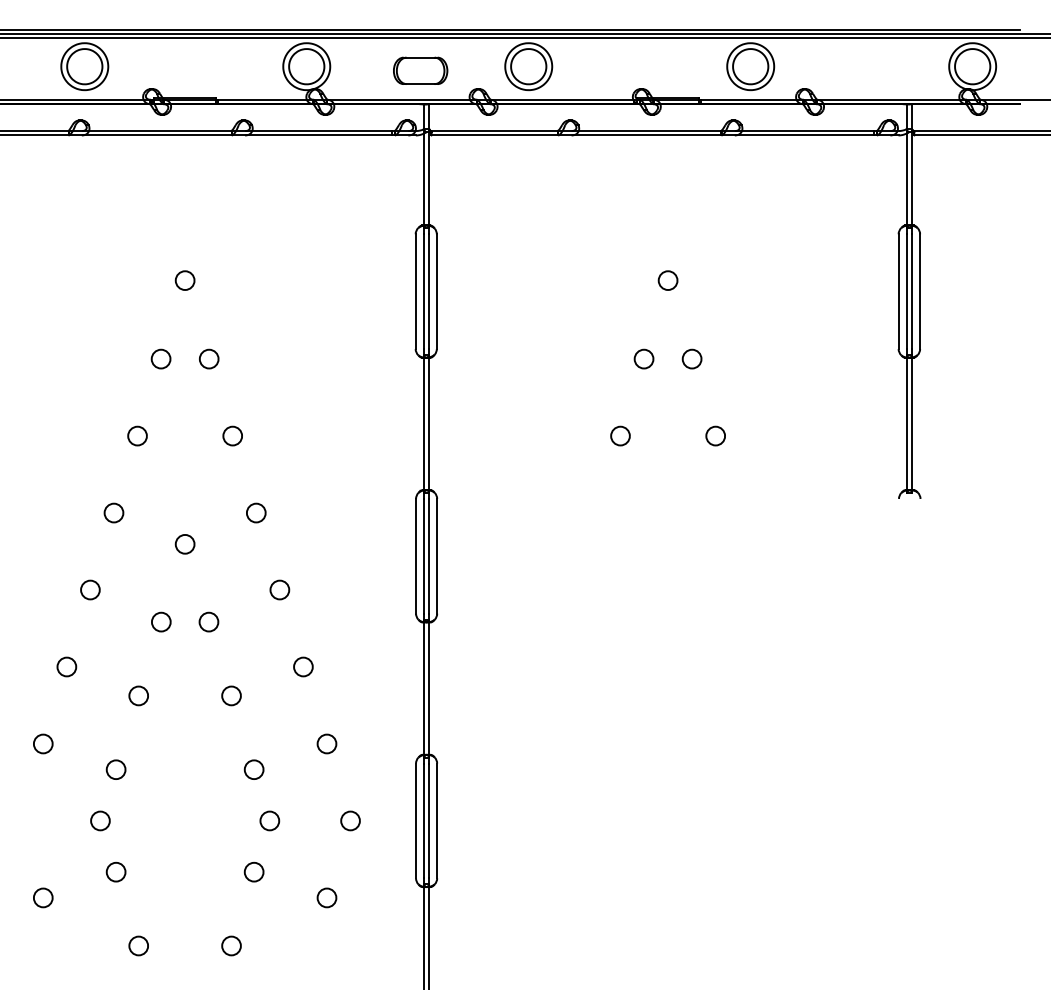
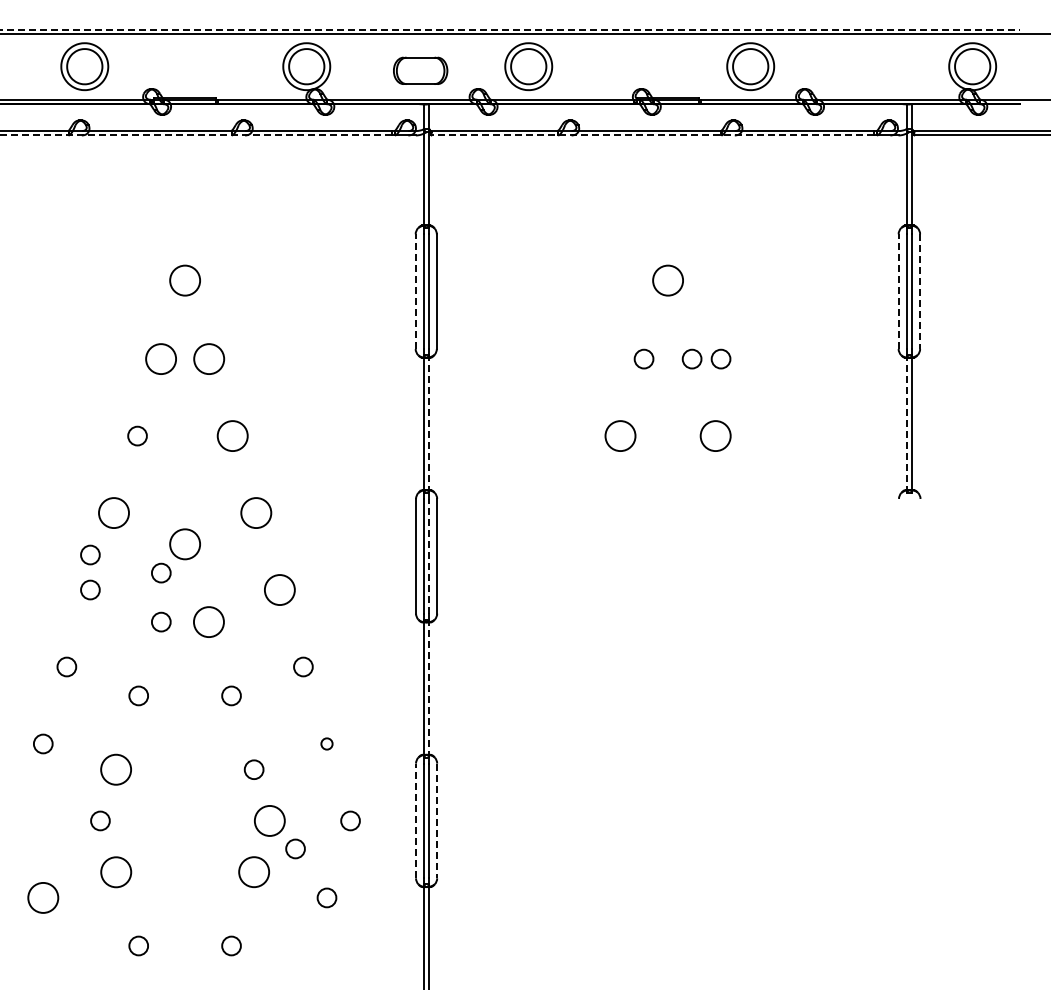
line at (510, 29): solid -> dashed
line at (524, 37): present -> none
line at (195, 135): solid -> dashed
line at (652, 135): solid -> dashed
circle at (184, 280) diameter: 19 px -> 30 px
circle at (667, 280) diameter: 19 px -> 30 px
line at (415, 291): solid -> dashed
line at (898, 291): solid -> dashed
line at (920, 292): solid -> dashed
circle at (160, 358) diameter: 19 px -> 30 px
circle at (208, 358) diameter: 19 px -> 30 px
circle at (720, 358): none -> present
line at (907, 423): solid -> dashed
line at (428, 424): solid -> dashed
circle at (232, 435) diameter: 19 px -> 30 px
circle at (620, 435) diameter: 19 px -> 30 px
circle at (715, 435) diameter: 19 px -> 30 px
circle at (113, 512) diameter: 19 px -> 30 px
circle at (255, 512) diameter: 19 px -> 30 px
circle at (184, 543) diameter: 19 px -> 30 px
circle at (90, 554): none -> present
line at (428, 555): solid -> dashed
circle at (161, 572): none -> present
circle at (279, 589) diameter: 19 px -> 30 px
circle at (208, 621) diameter: 19 px -> 30 px
line at (428, 688): solid -> dashed
circle at (326, 743) size: 22x22 px -> 14x14 px
circle at (115, 769) diameter: 19 px -> 30 px
circle at (269, 820) diameter: 19 px -> 30 px
line at (416, 820): solid -> dashed
line at (437, 821): solid -> dashed
circle at (295, 848): none -> present
circle at (115, 871) size: 22x22 px -> 33x33 px
circle at (253, 871) diameter: 19 px -> 30 px
circle at (42, 897) diameter: 19 px -> 30 px
